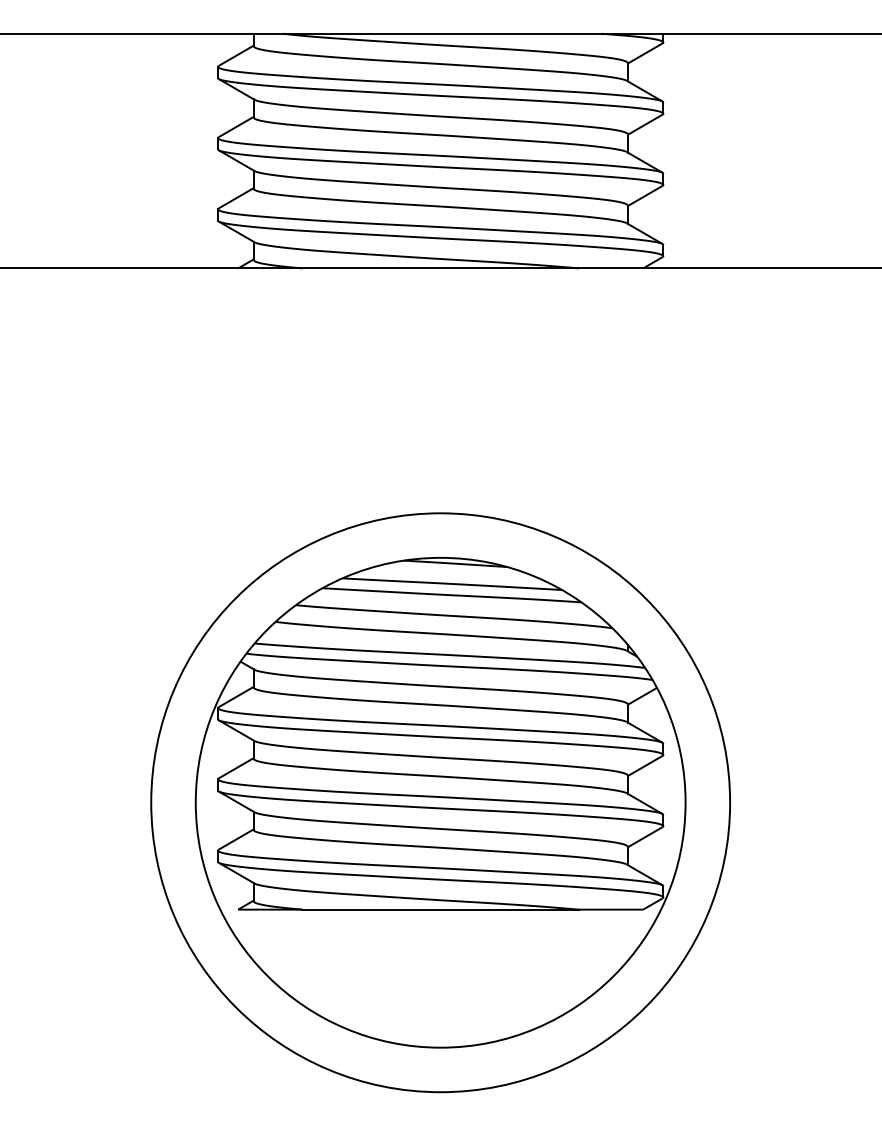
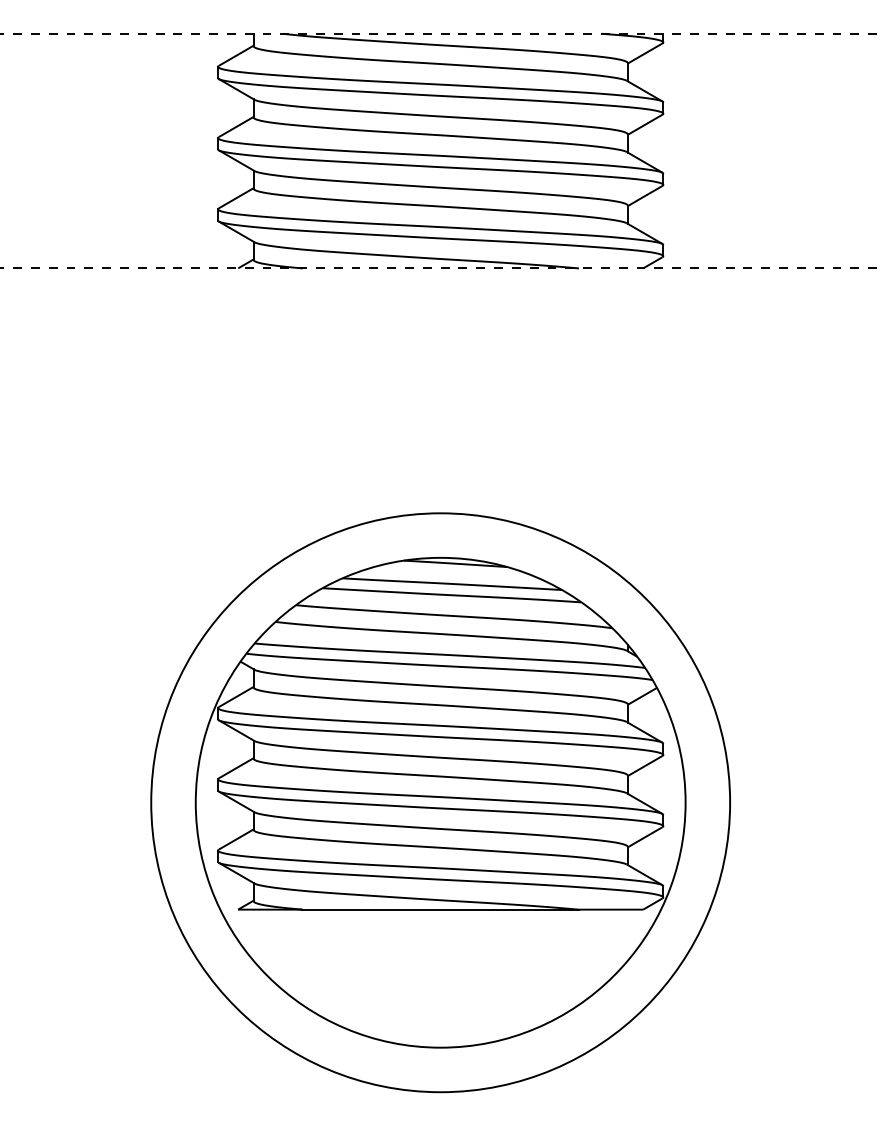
line at (440, 33): solid -> dashed
line at (440, 268): solid -> dashed
